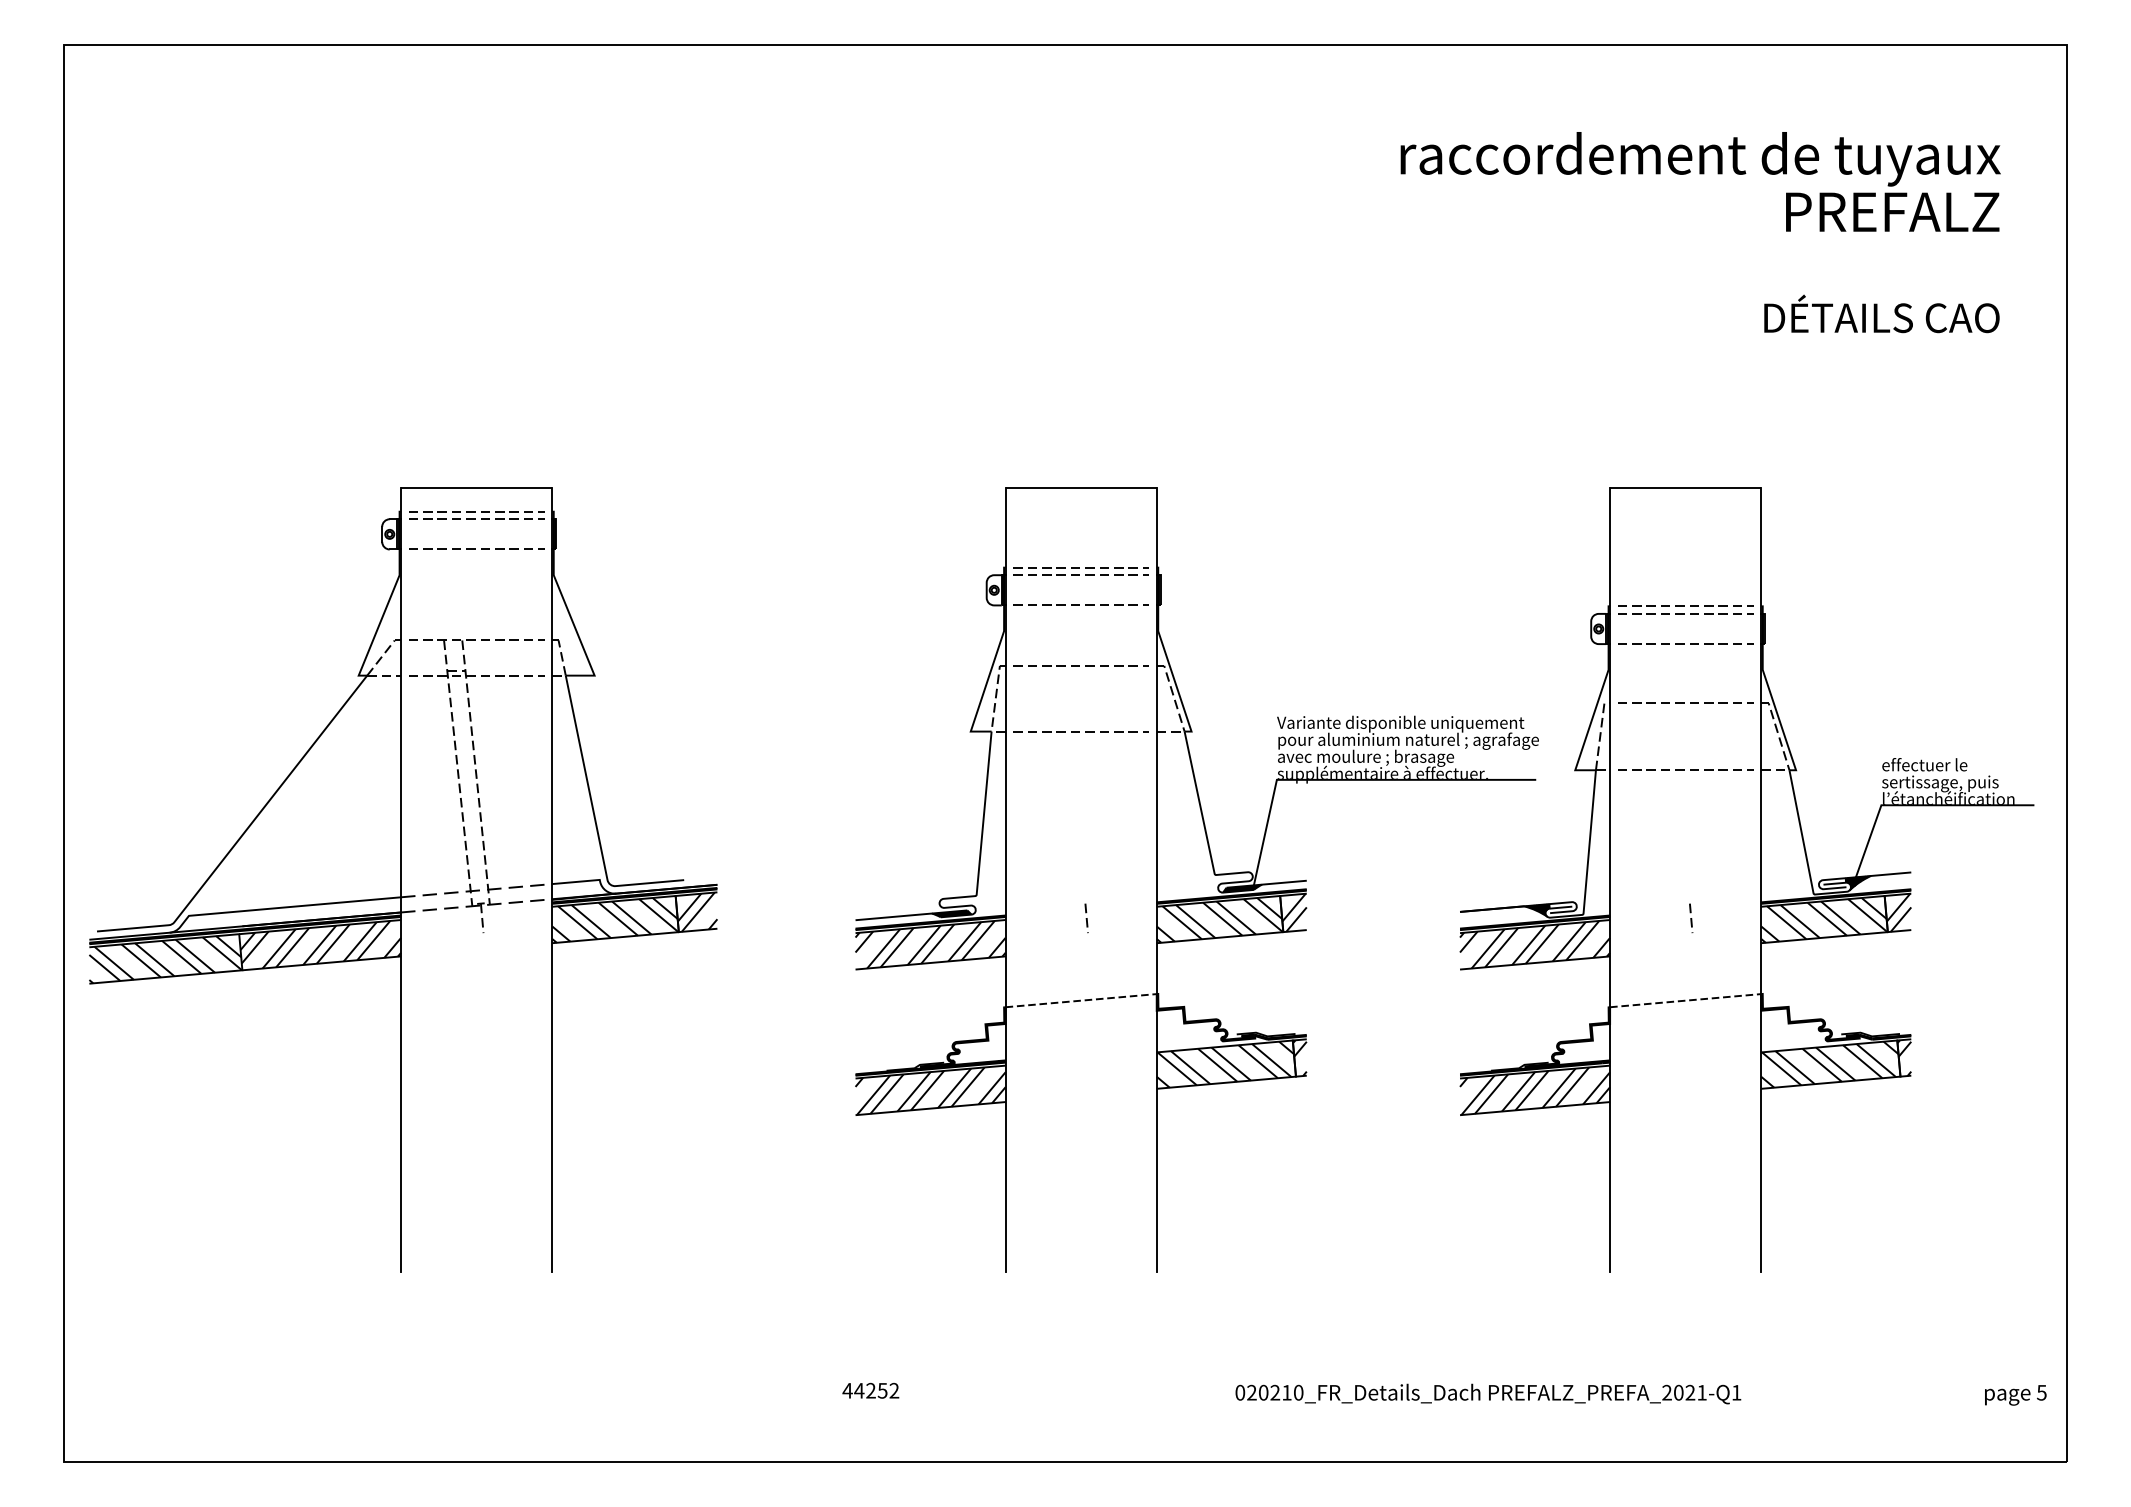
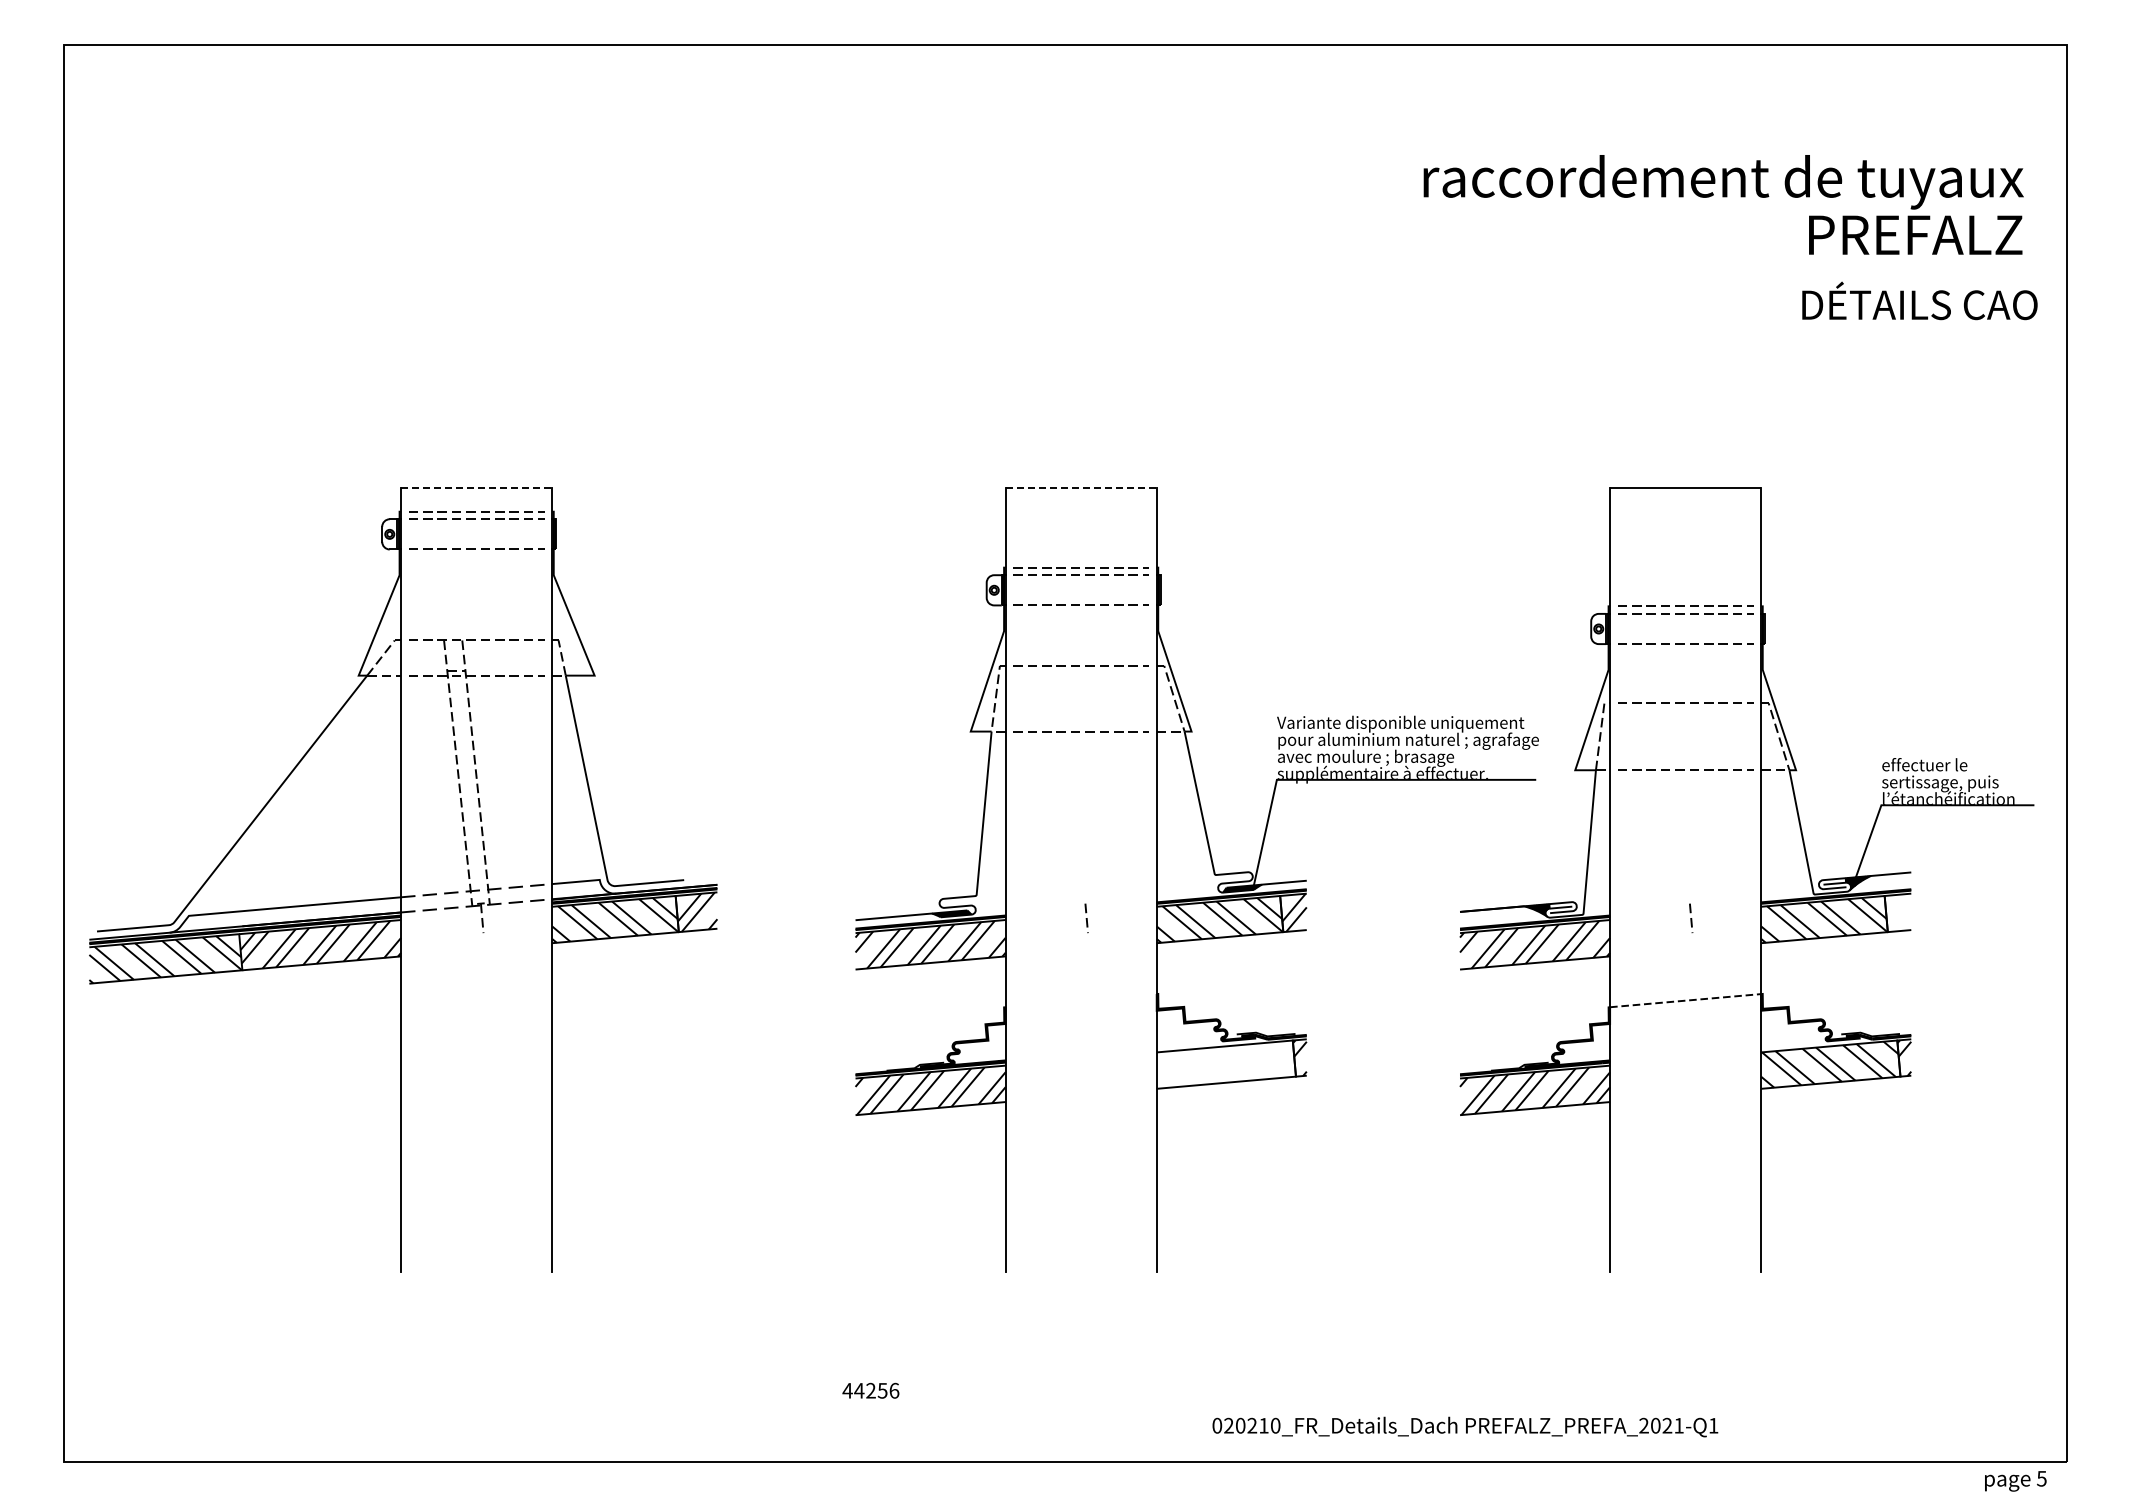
text at (1700, 181) position: (1700, 181) -> (1723, 204)
text at (1881, 313) position: (1881, 313) -> (1919, 300)
line at (476, 487): solid -> dashed
line at (1081, 487): solid -> dashed
hatch at (1898, 912): present -> none
line at (1080, 1000): present -> none
hatch at (1225, 1063): present -> none
text at (894, 1390): 44252 -> 44256
text at (1488, 1393) position: (1488, 1393) -> (1465, 1426)
text at (2015, 1395) position: (2015, 1395) -> (2015, 1481)
